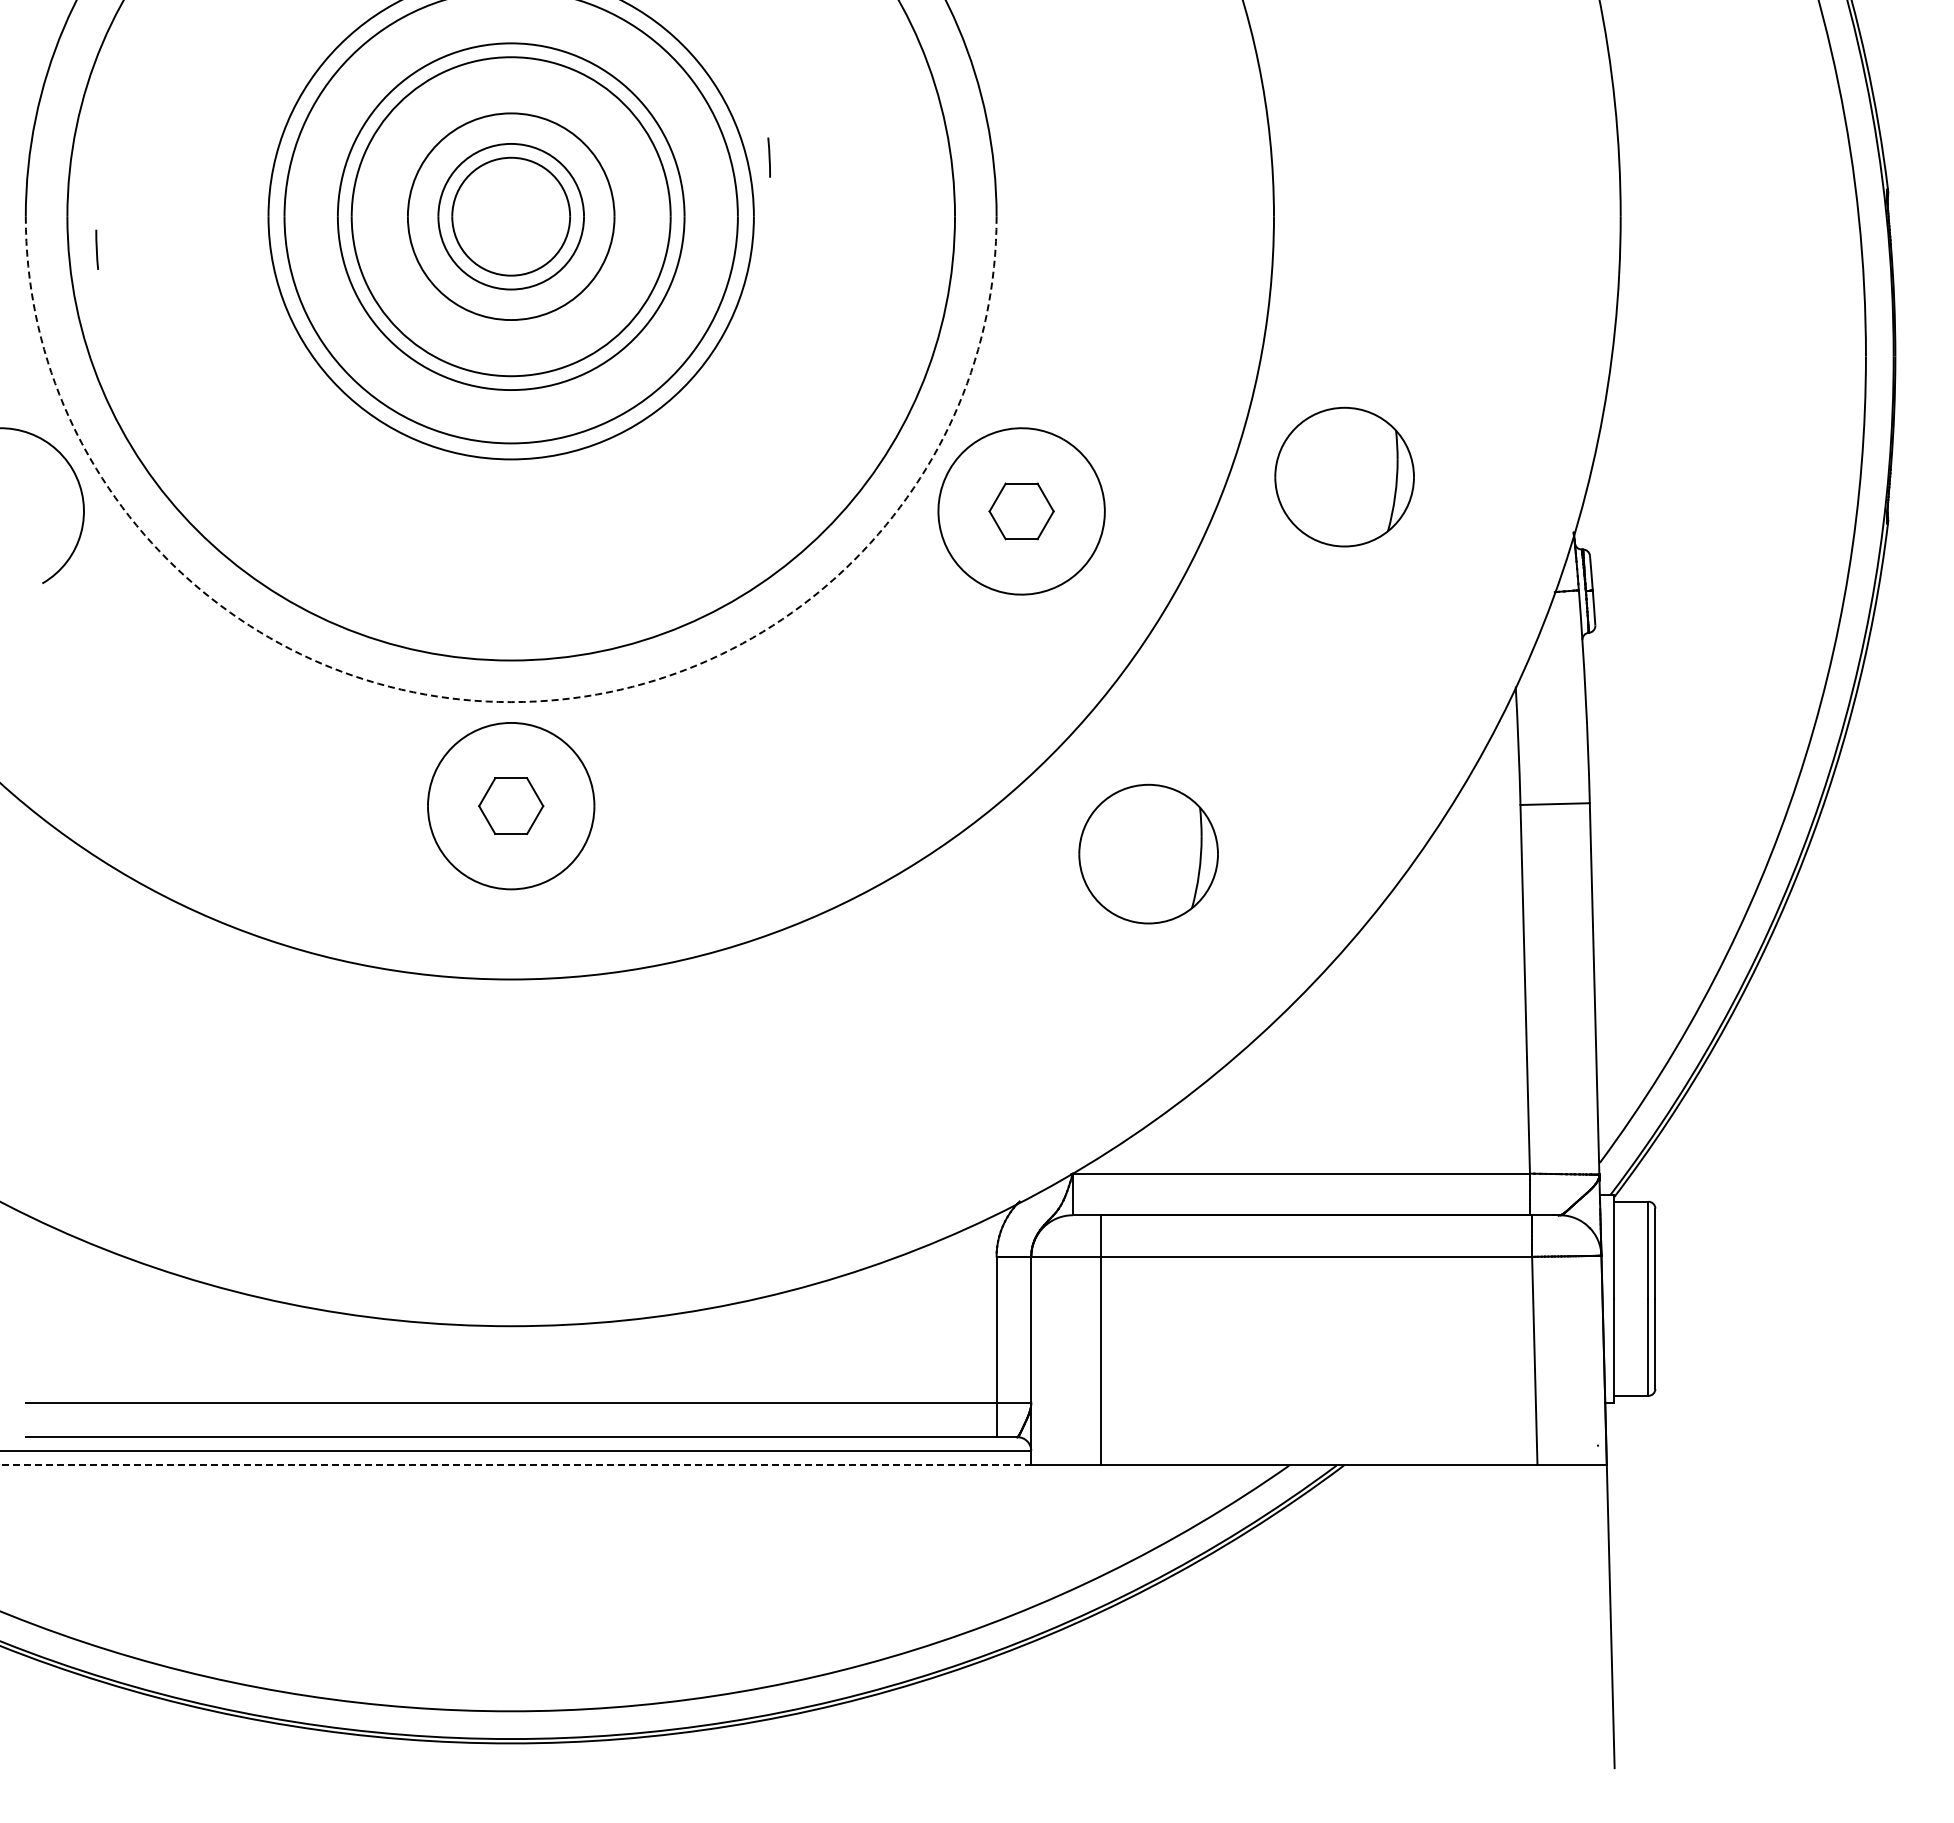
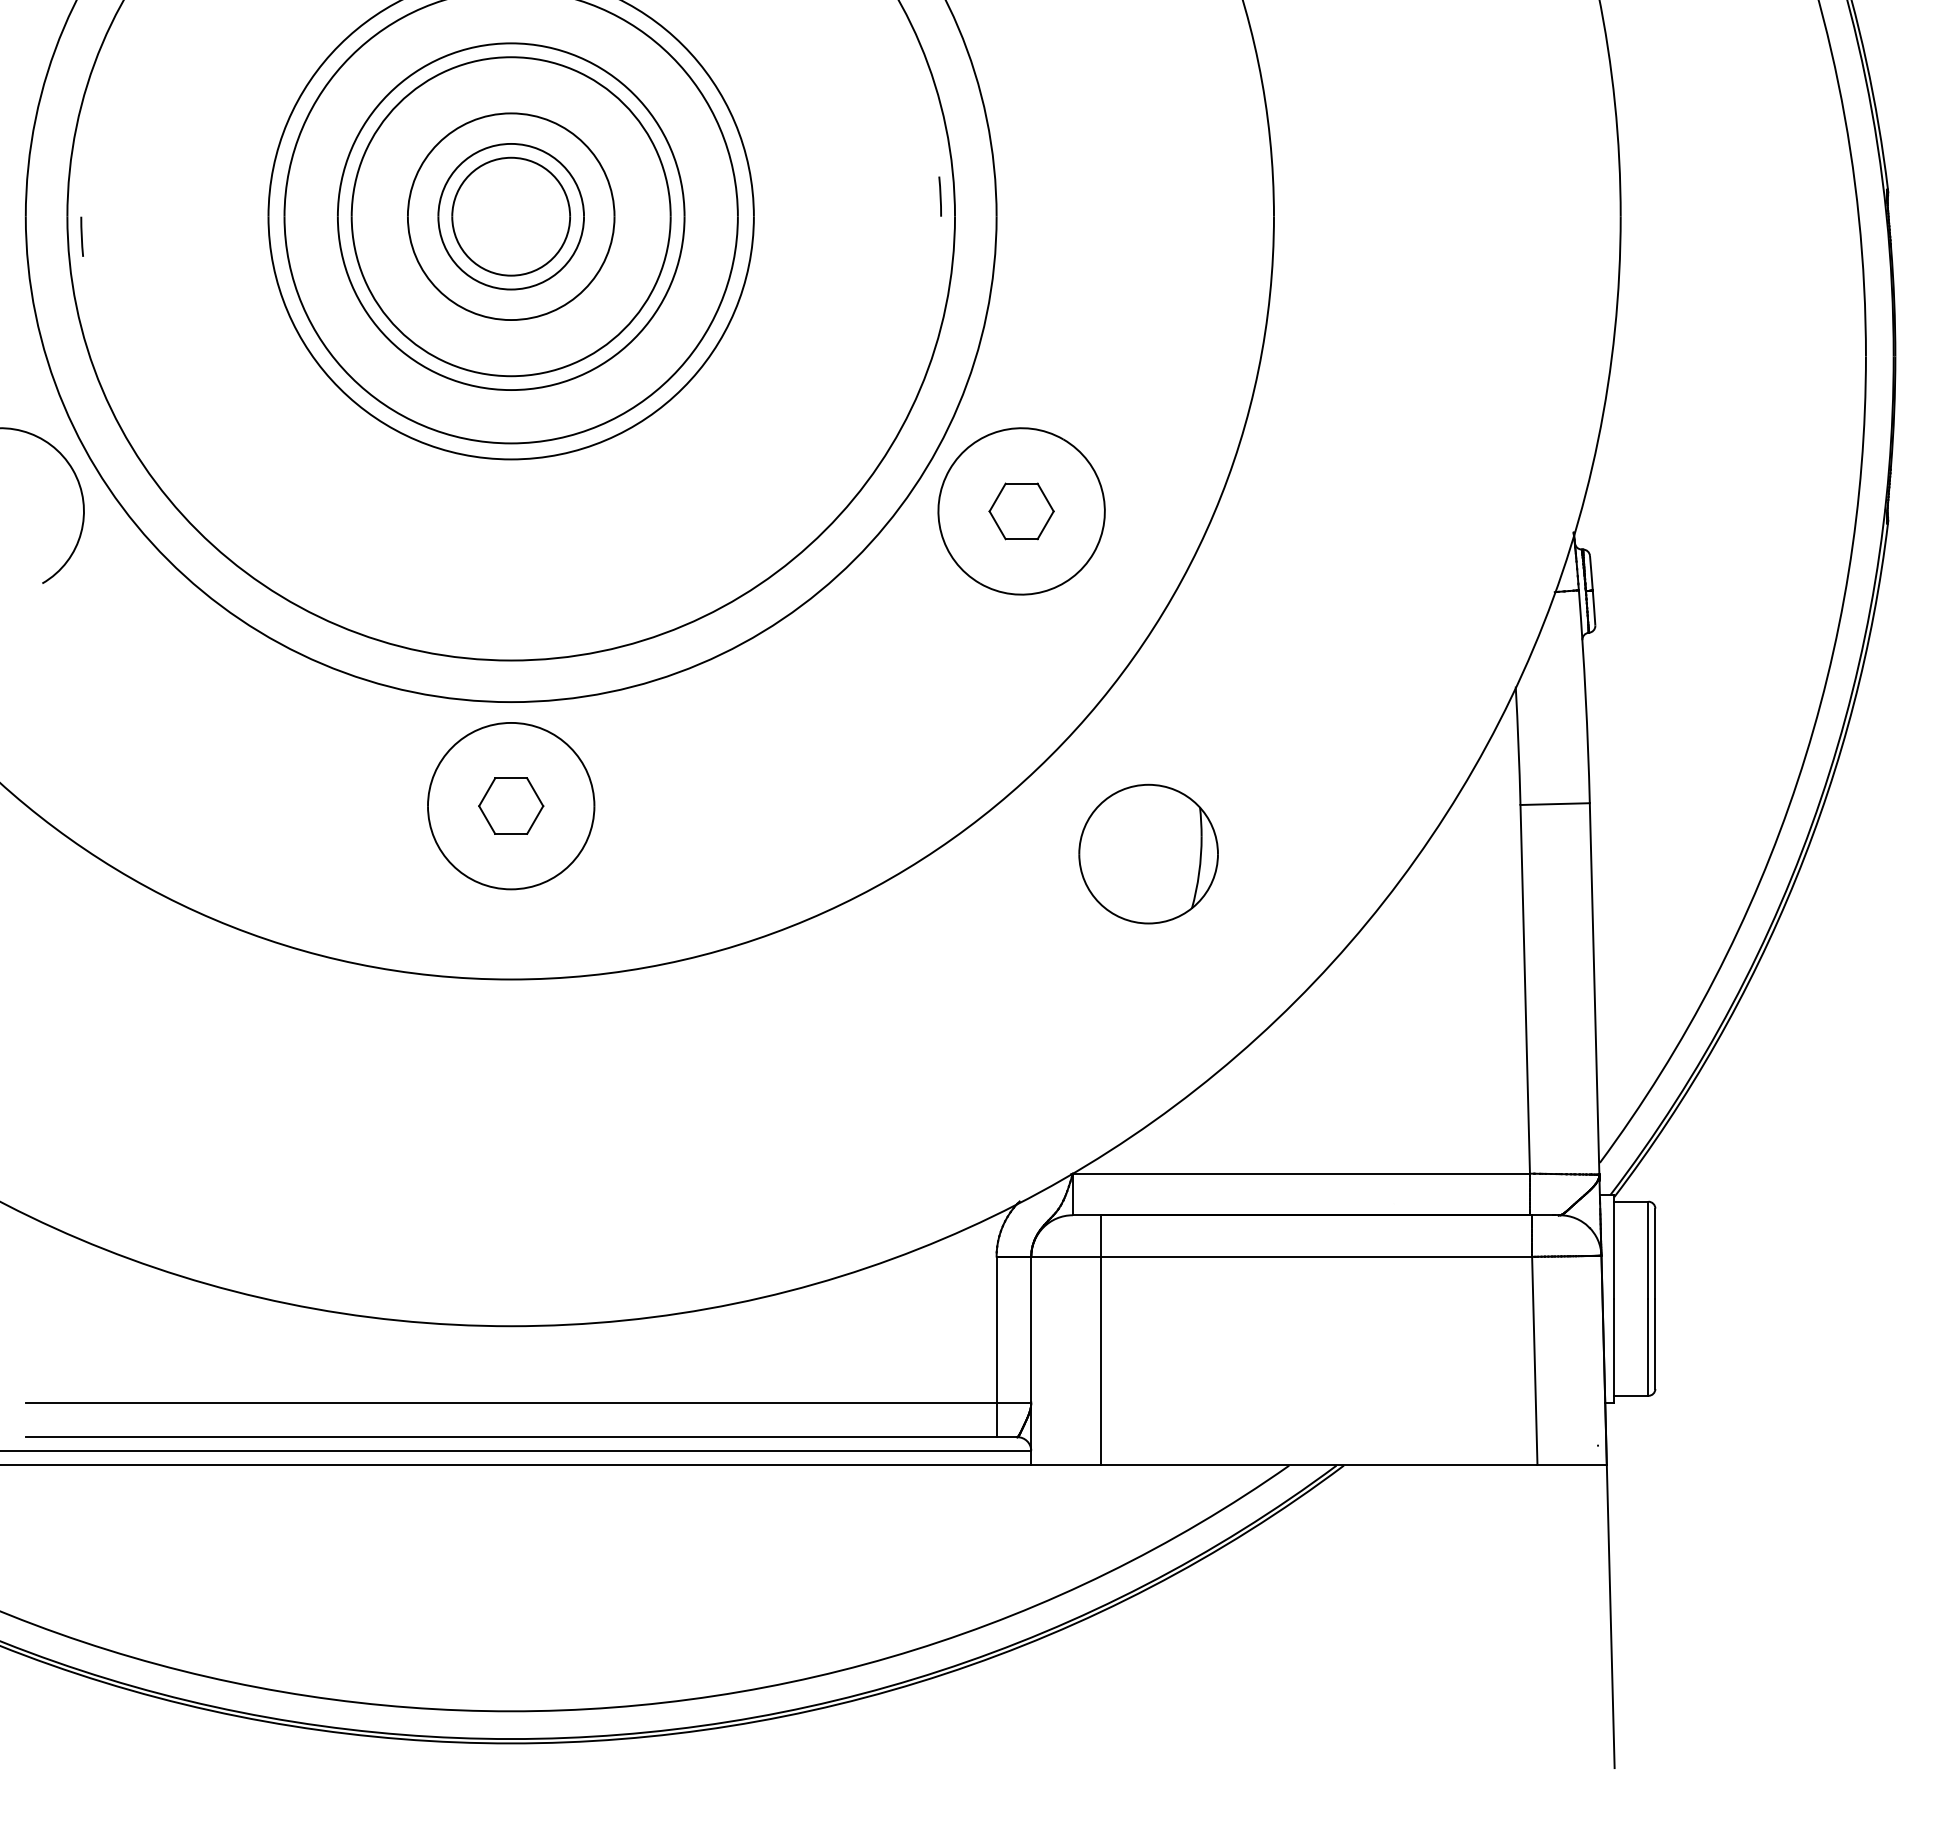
line at (768, 157) position: (768, 157) -> (939, 196)
line at (96, 249) position: (96, 249) -> (81, 236)
part at (1344, 476): present -> none
arc at (511, 702): dashed -> solid
line at (515, 1464): dashed -> solid
